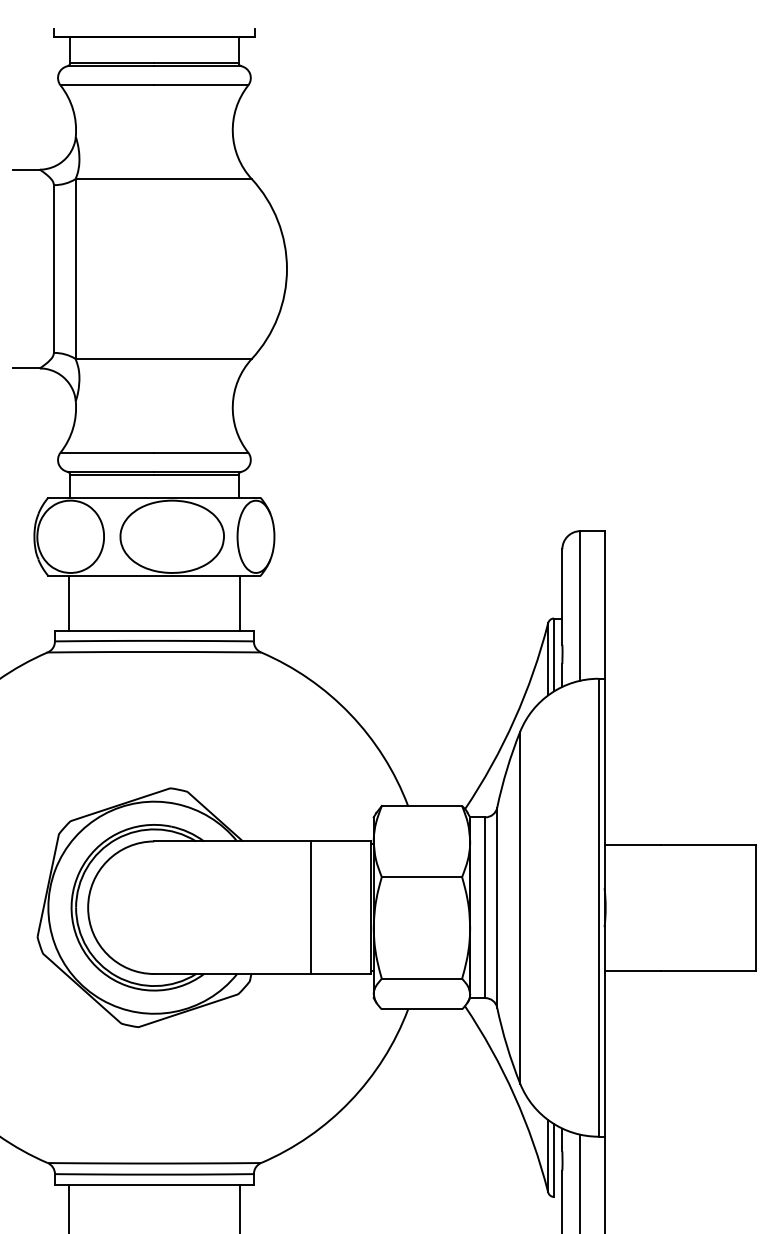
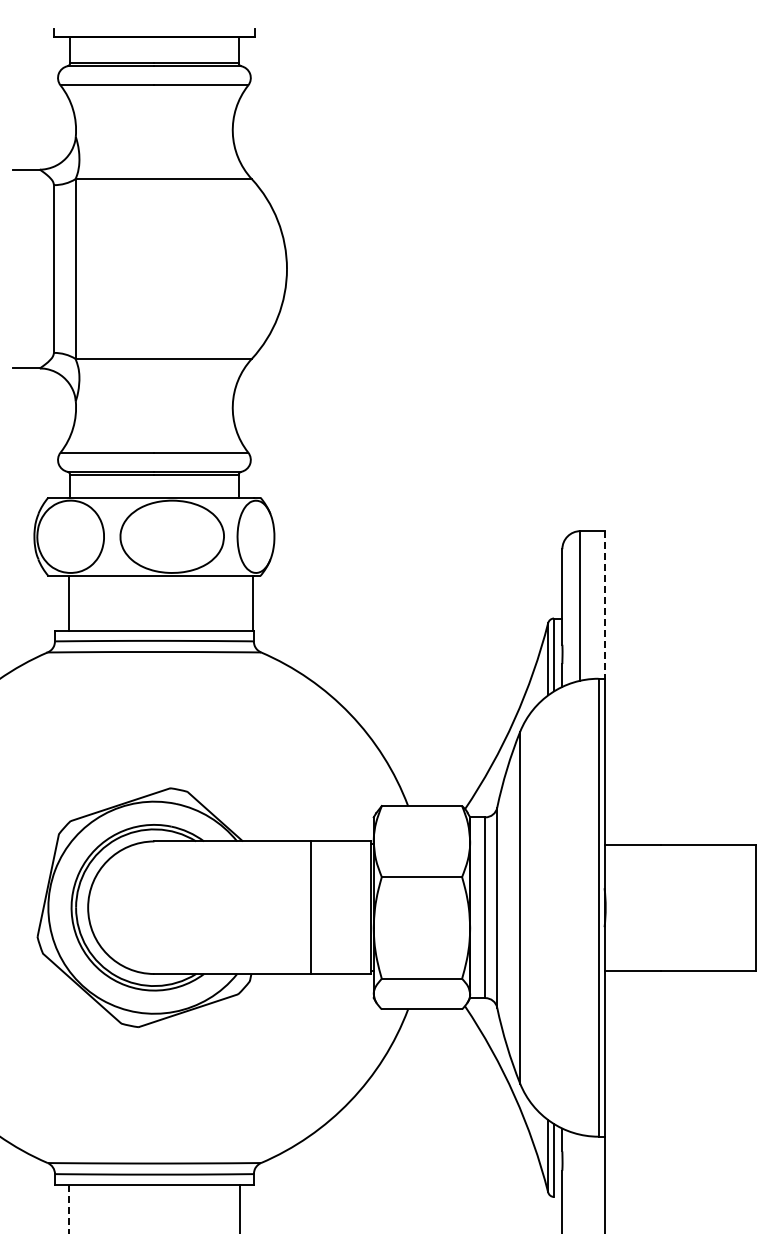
line at (240, 602) position: (240, 602) -> (253, 602)
line at (604, 604): solid -> dashed
line at (580, 1182): present -> none
line at (68, 1209): solid -> dashed
